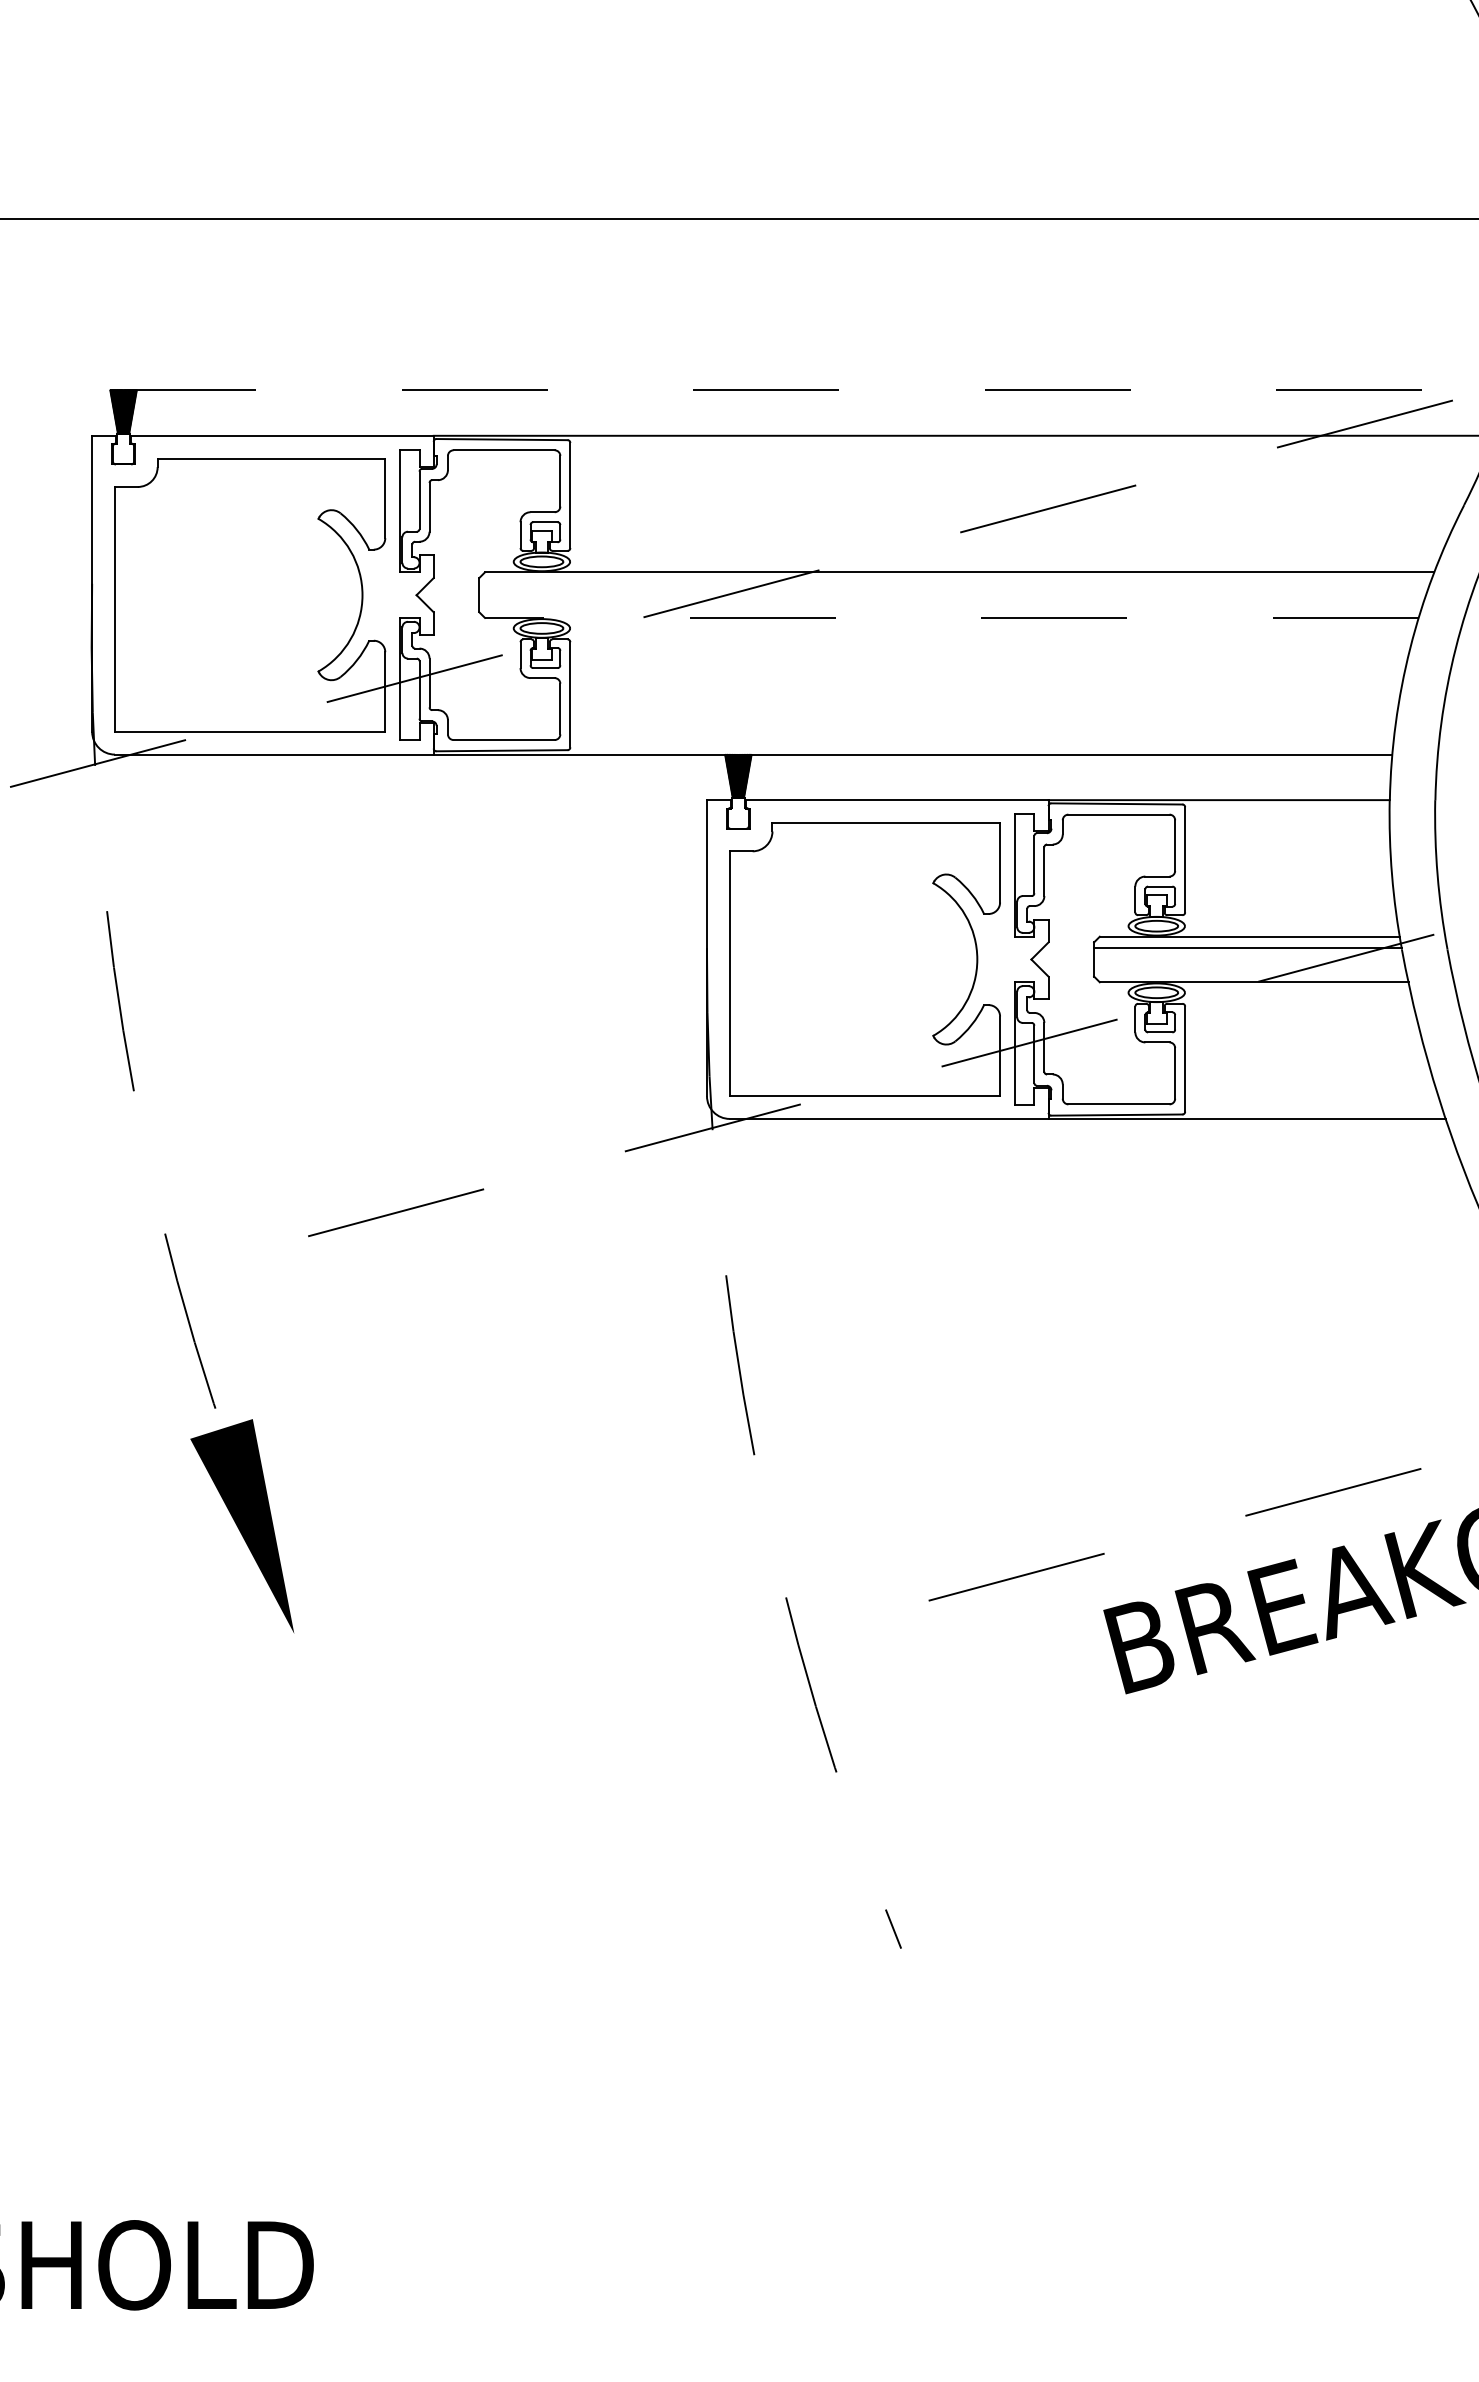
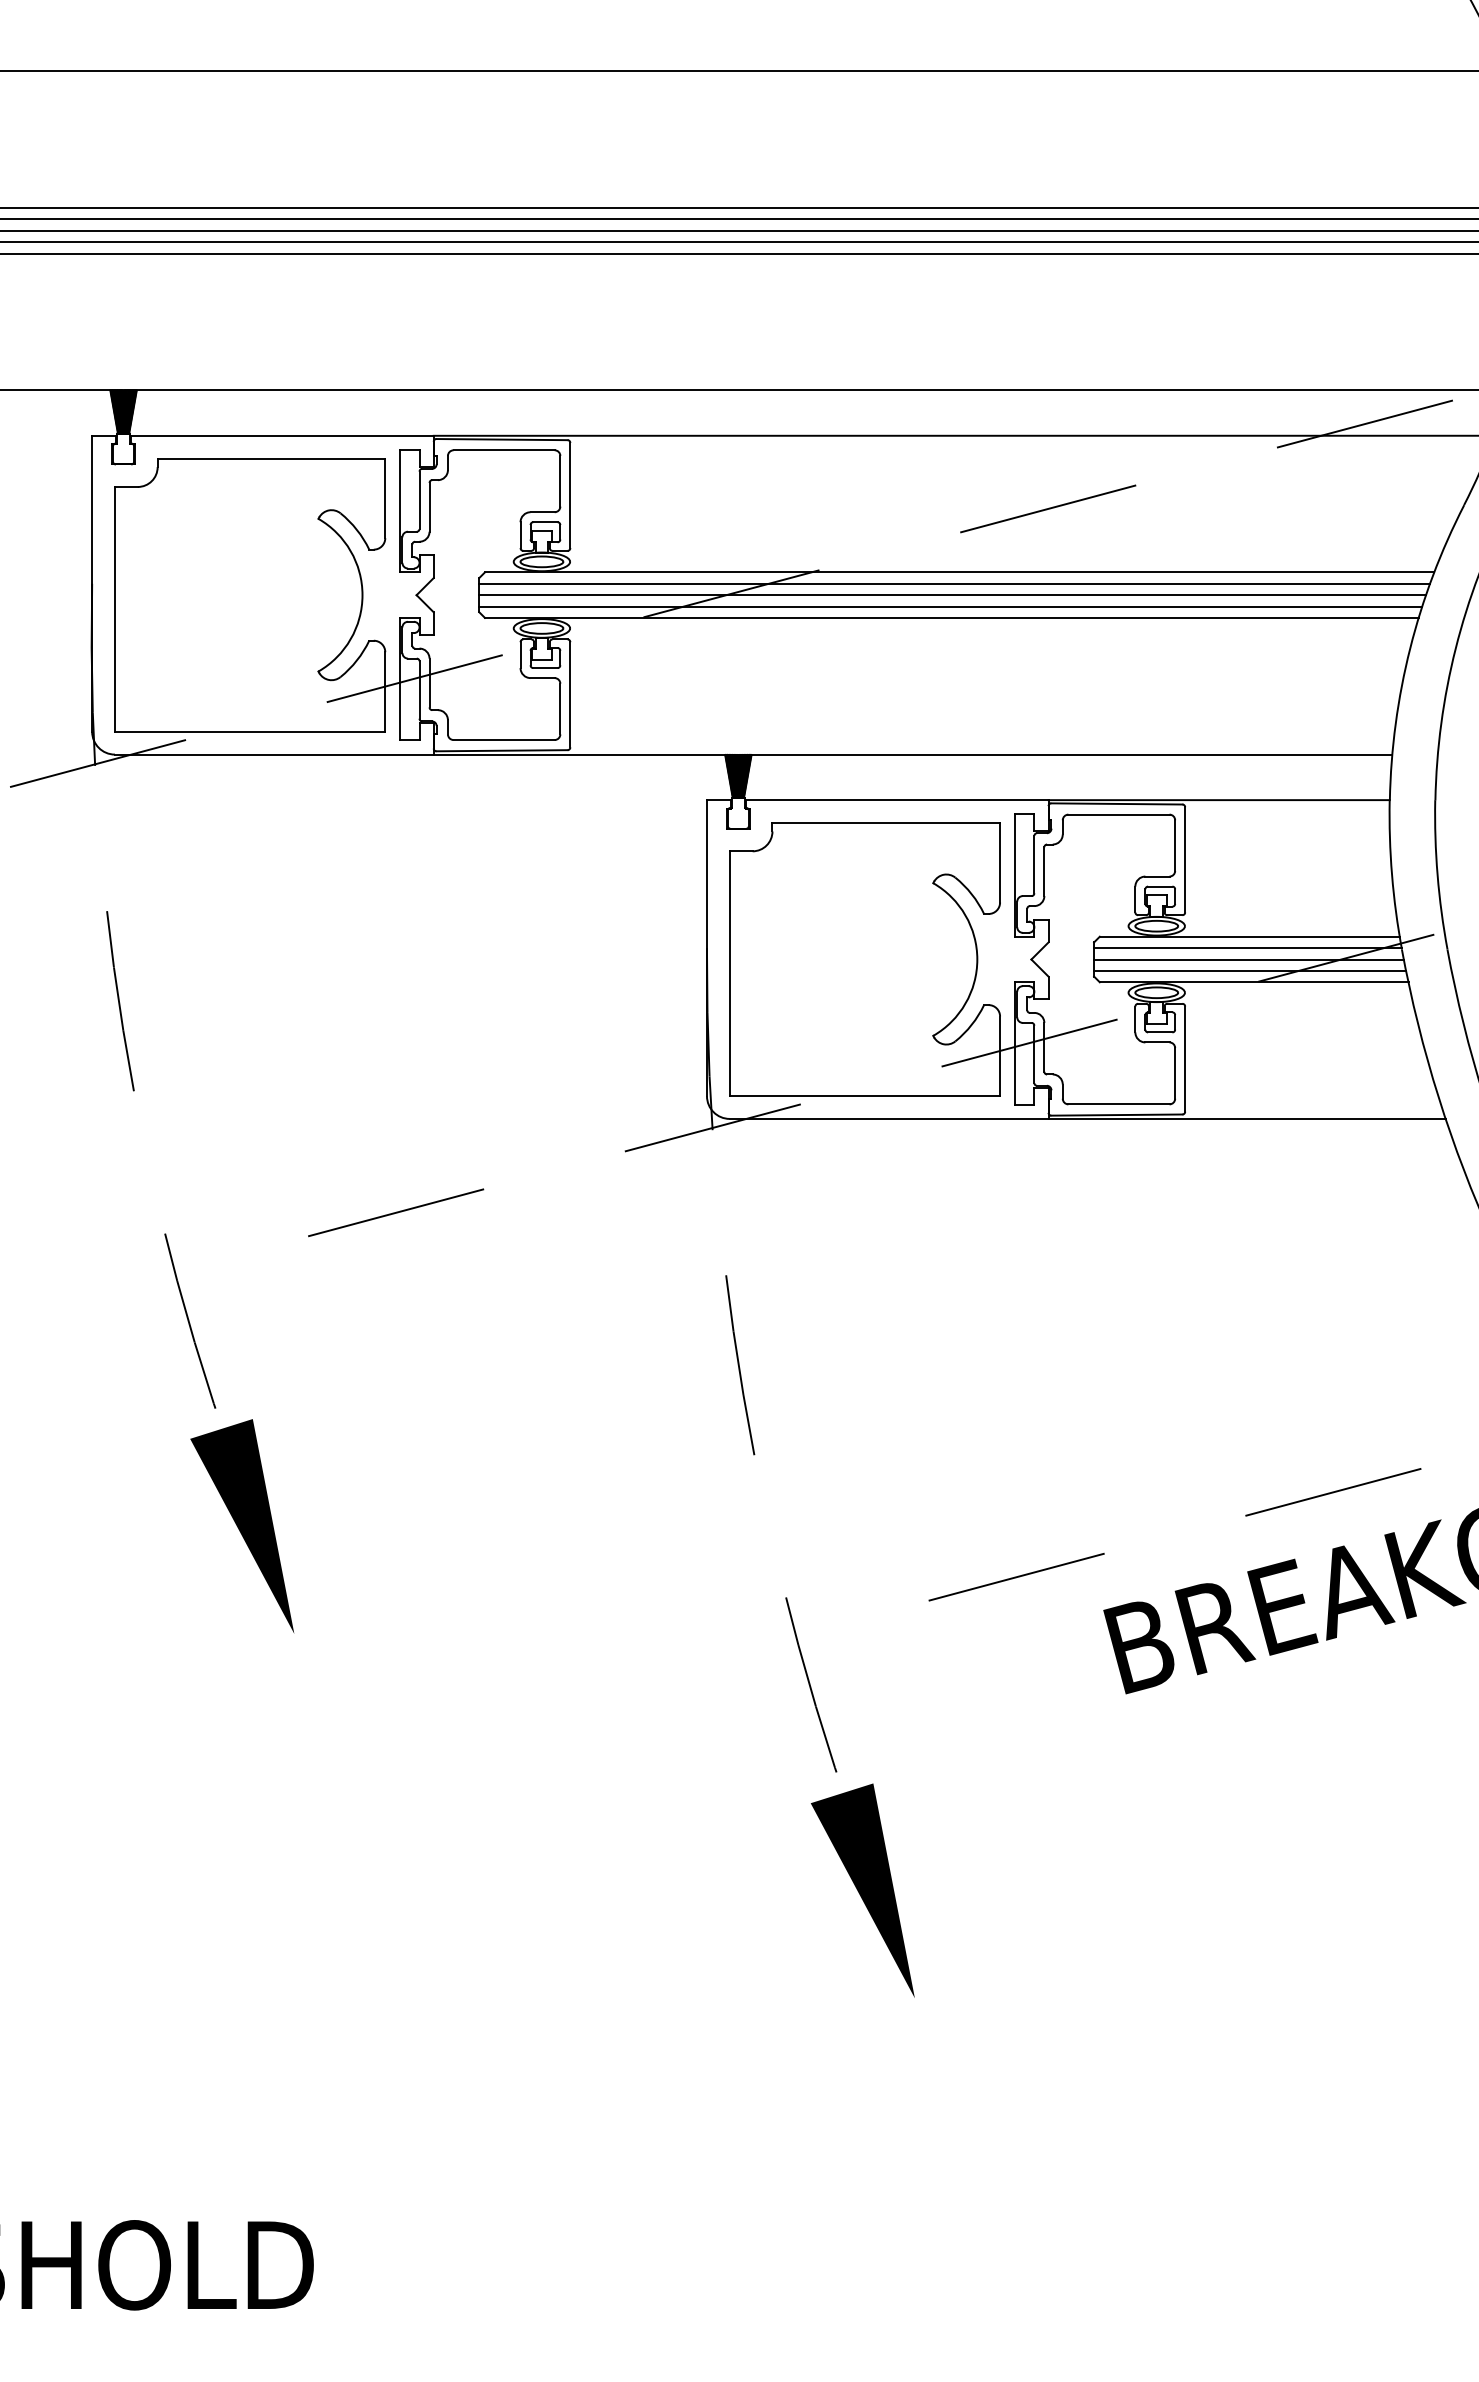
line at (738, 71): none -> present
line at (738, 208): none -> present
line at (738, 230): none -> present
line at (738, 242): none -> present
line at (738, 253): none -> present
line at (739, 390): dashed -> solid
line at (954, 583): none -> present
line at (952, 595): none -> present
line at (950, 606): none -> present
line at (951, 617): dashed -> solid
line at (1248, 959): none -> present
line at (1250, 970): none -> present
fill at (862, 1890): none -> present
